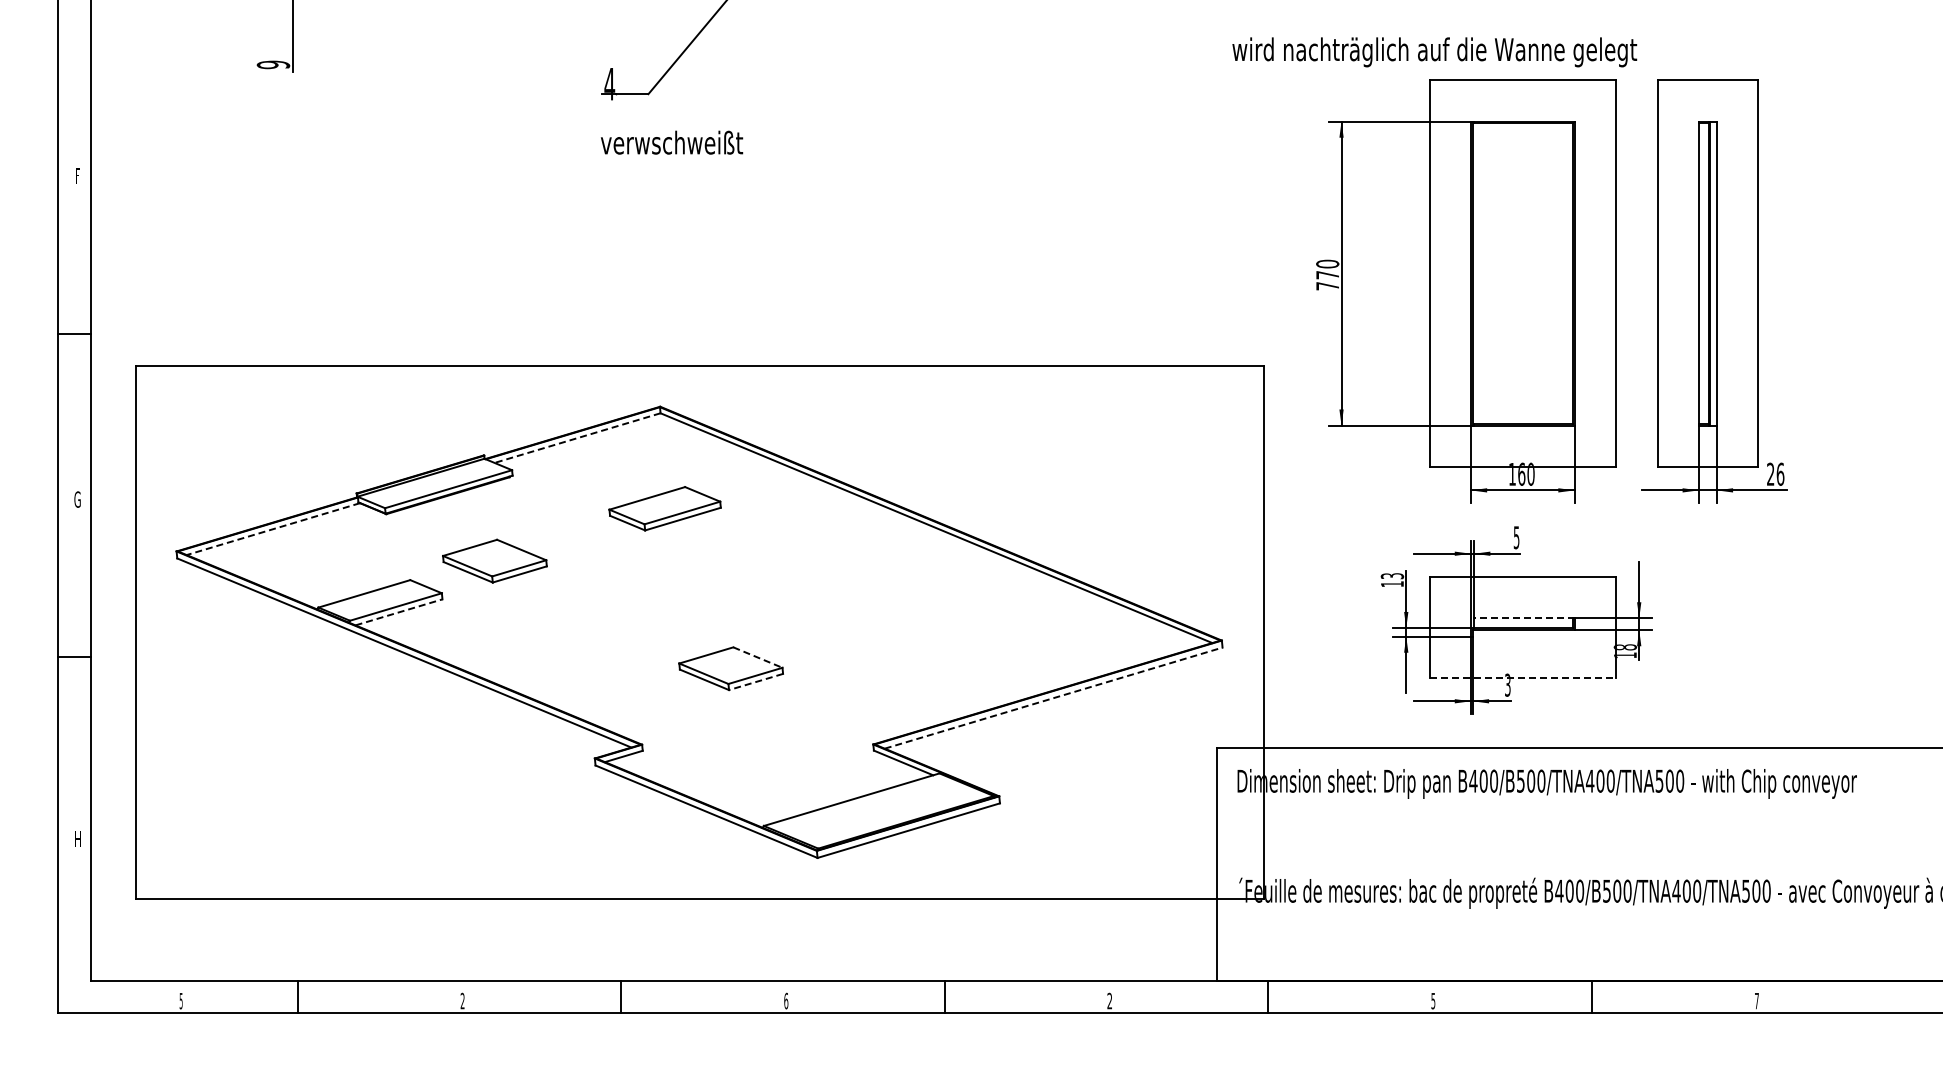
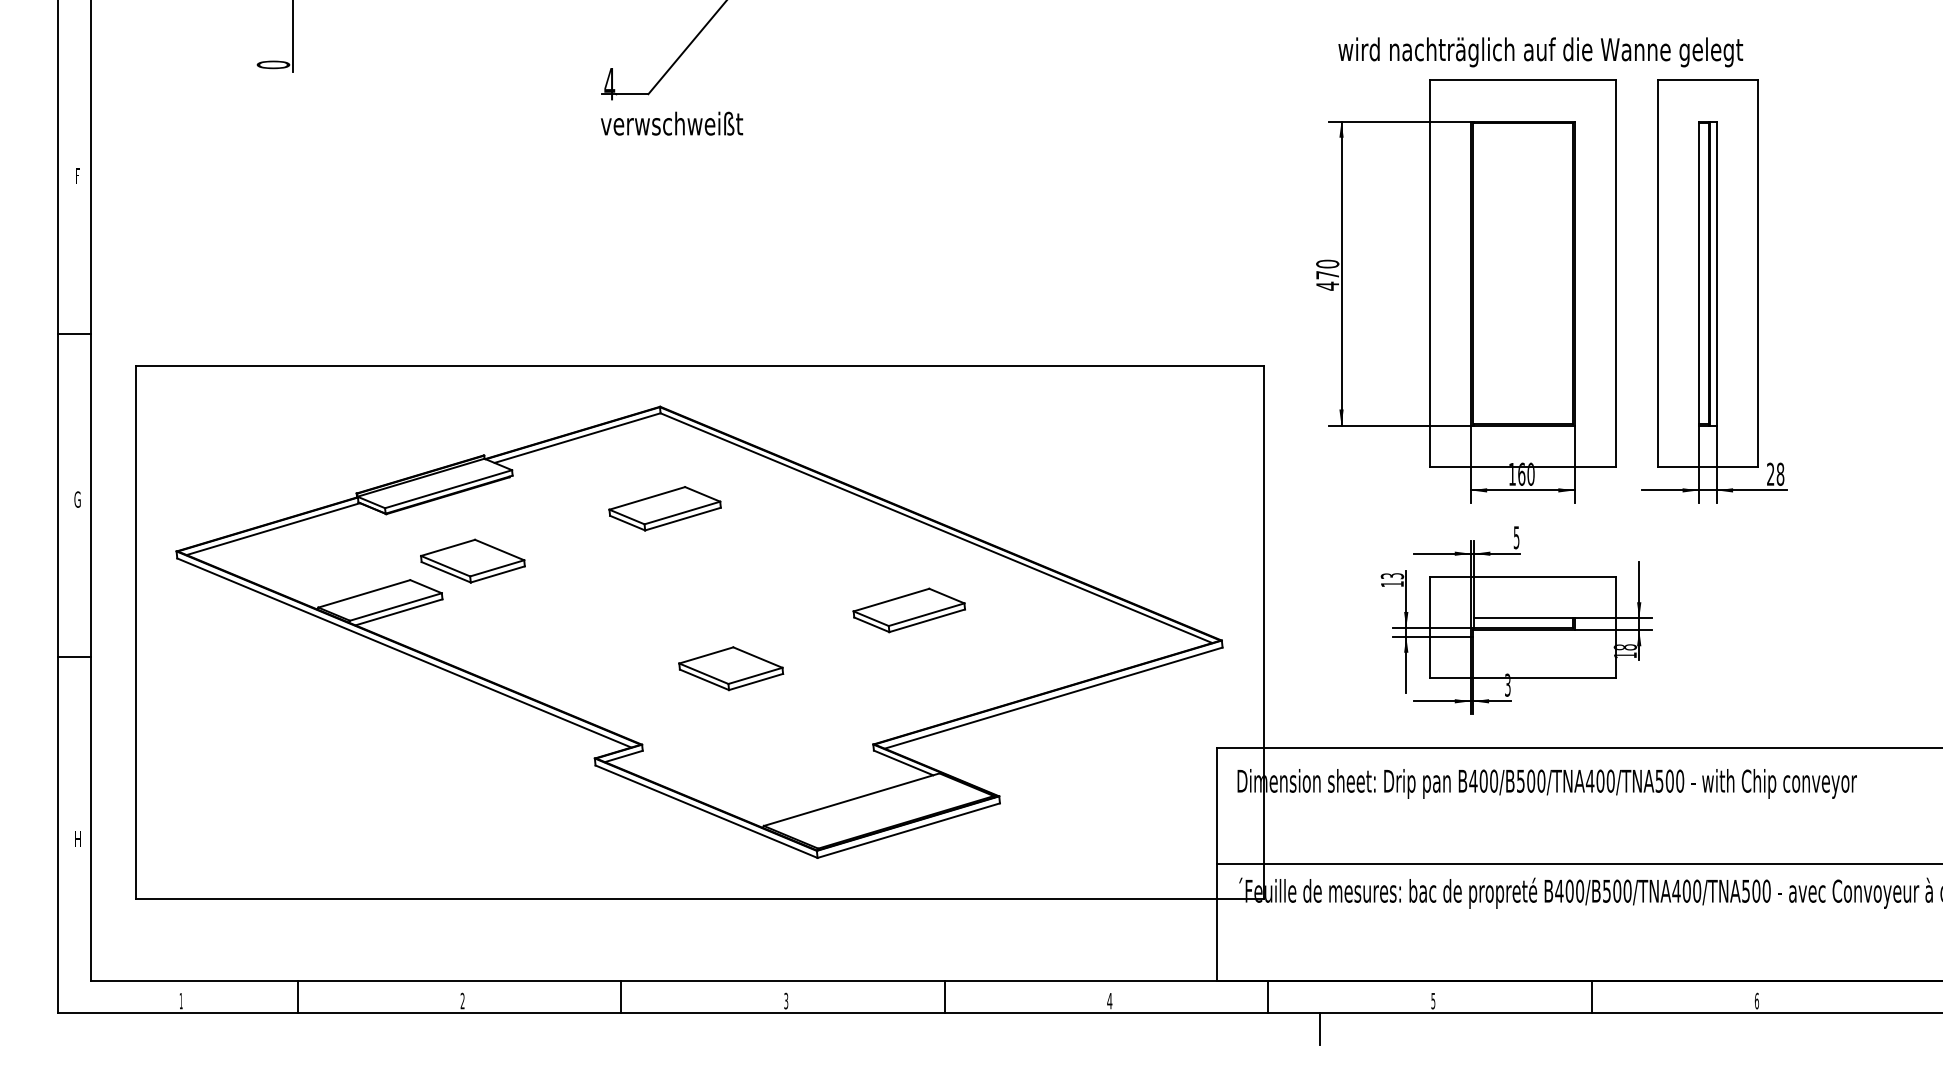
text at (1434, 52) position: (1434, 52) -> (1540, 52)
text at (273, 64): 9 -> 0
text at (672, 142) position: (672, 142) -> (672, 123)
text at (1327, 285): 770 -> 470
line at (577, 438): dashed -> solid
text at (1780, 473): 26 -> 28
line at (273, 529): dashed -> solid
part at (494, 560) position: (494, 560) -> (472, 560)
part at (908, 610): none -> present
line at (399, 612): dashed -> solid
line at (1523, 618): dashed -> solid
line at (757, 657): dashed -> solid
line at (1522, 677): dashed -> solid
line at (755, 682): dashed -> solid
line at (1054, 698): dashed -> solid
line at (1577, 864): none -> present
text at (786, 1000): 6 -> 3
text at (1109, 1000): 2 -> 4
text at (1756, 1000): 7 -> 6
text at (180, 1001): 5 -> 1
line at (1320, 1029): none -> present
